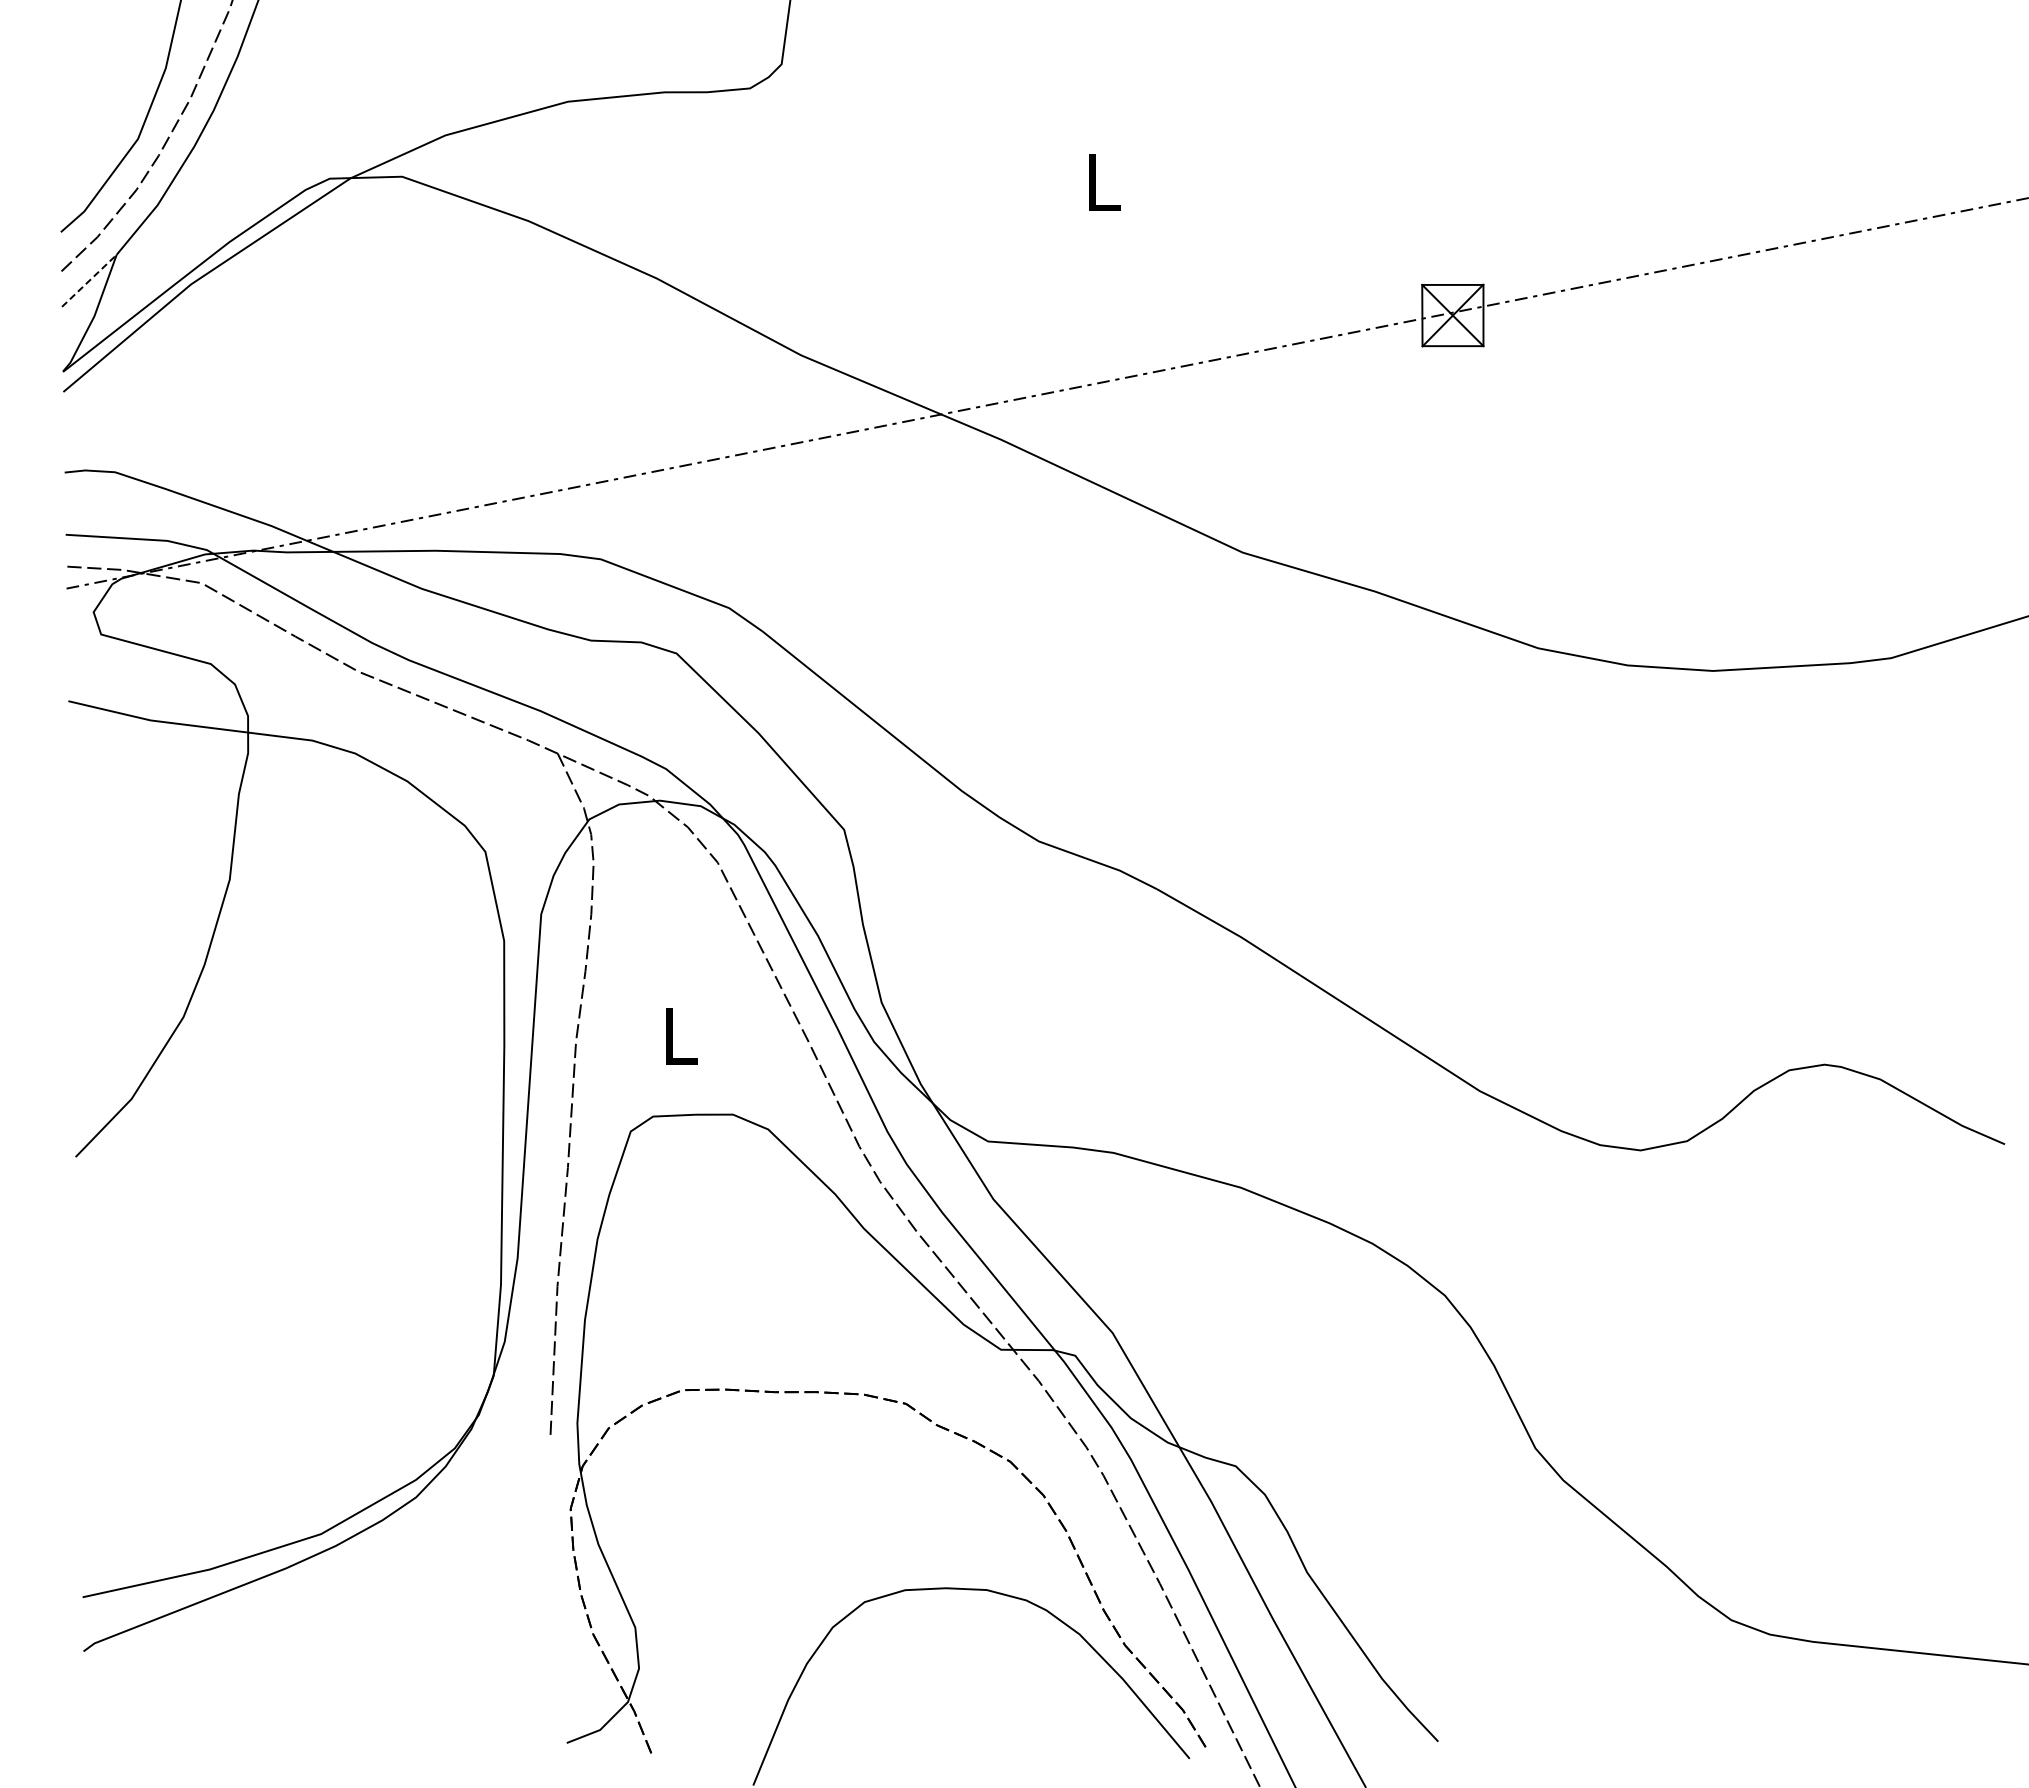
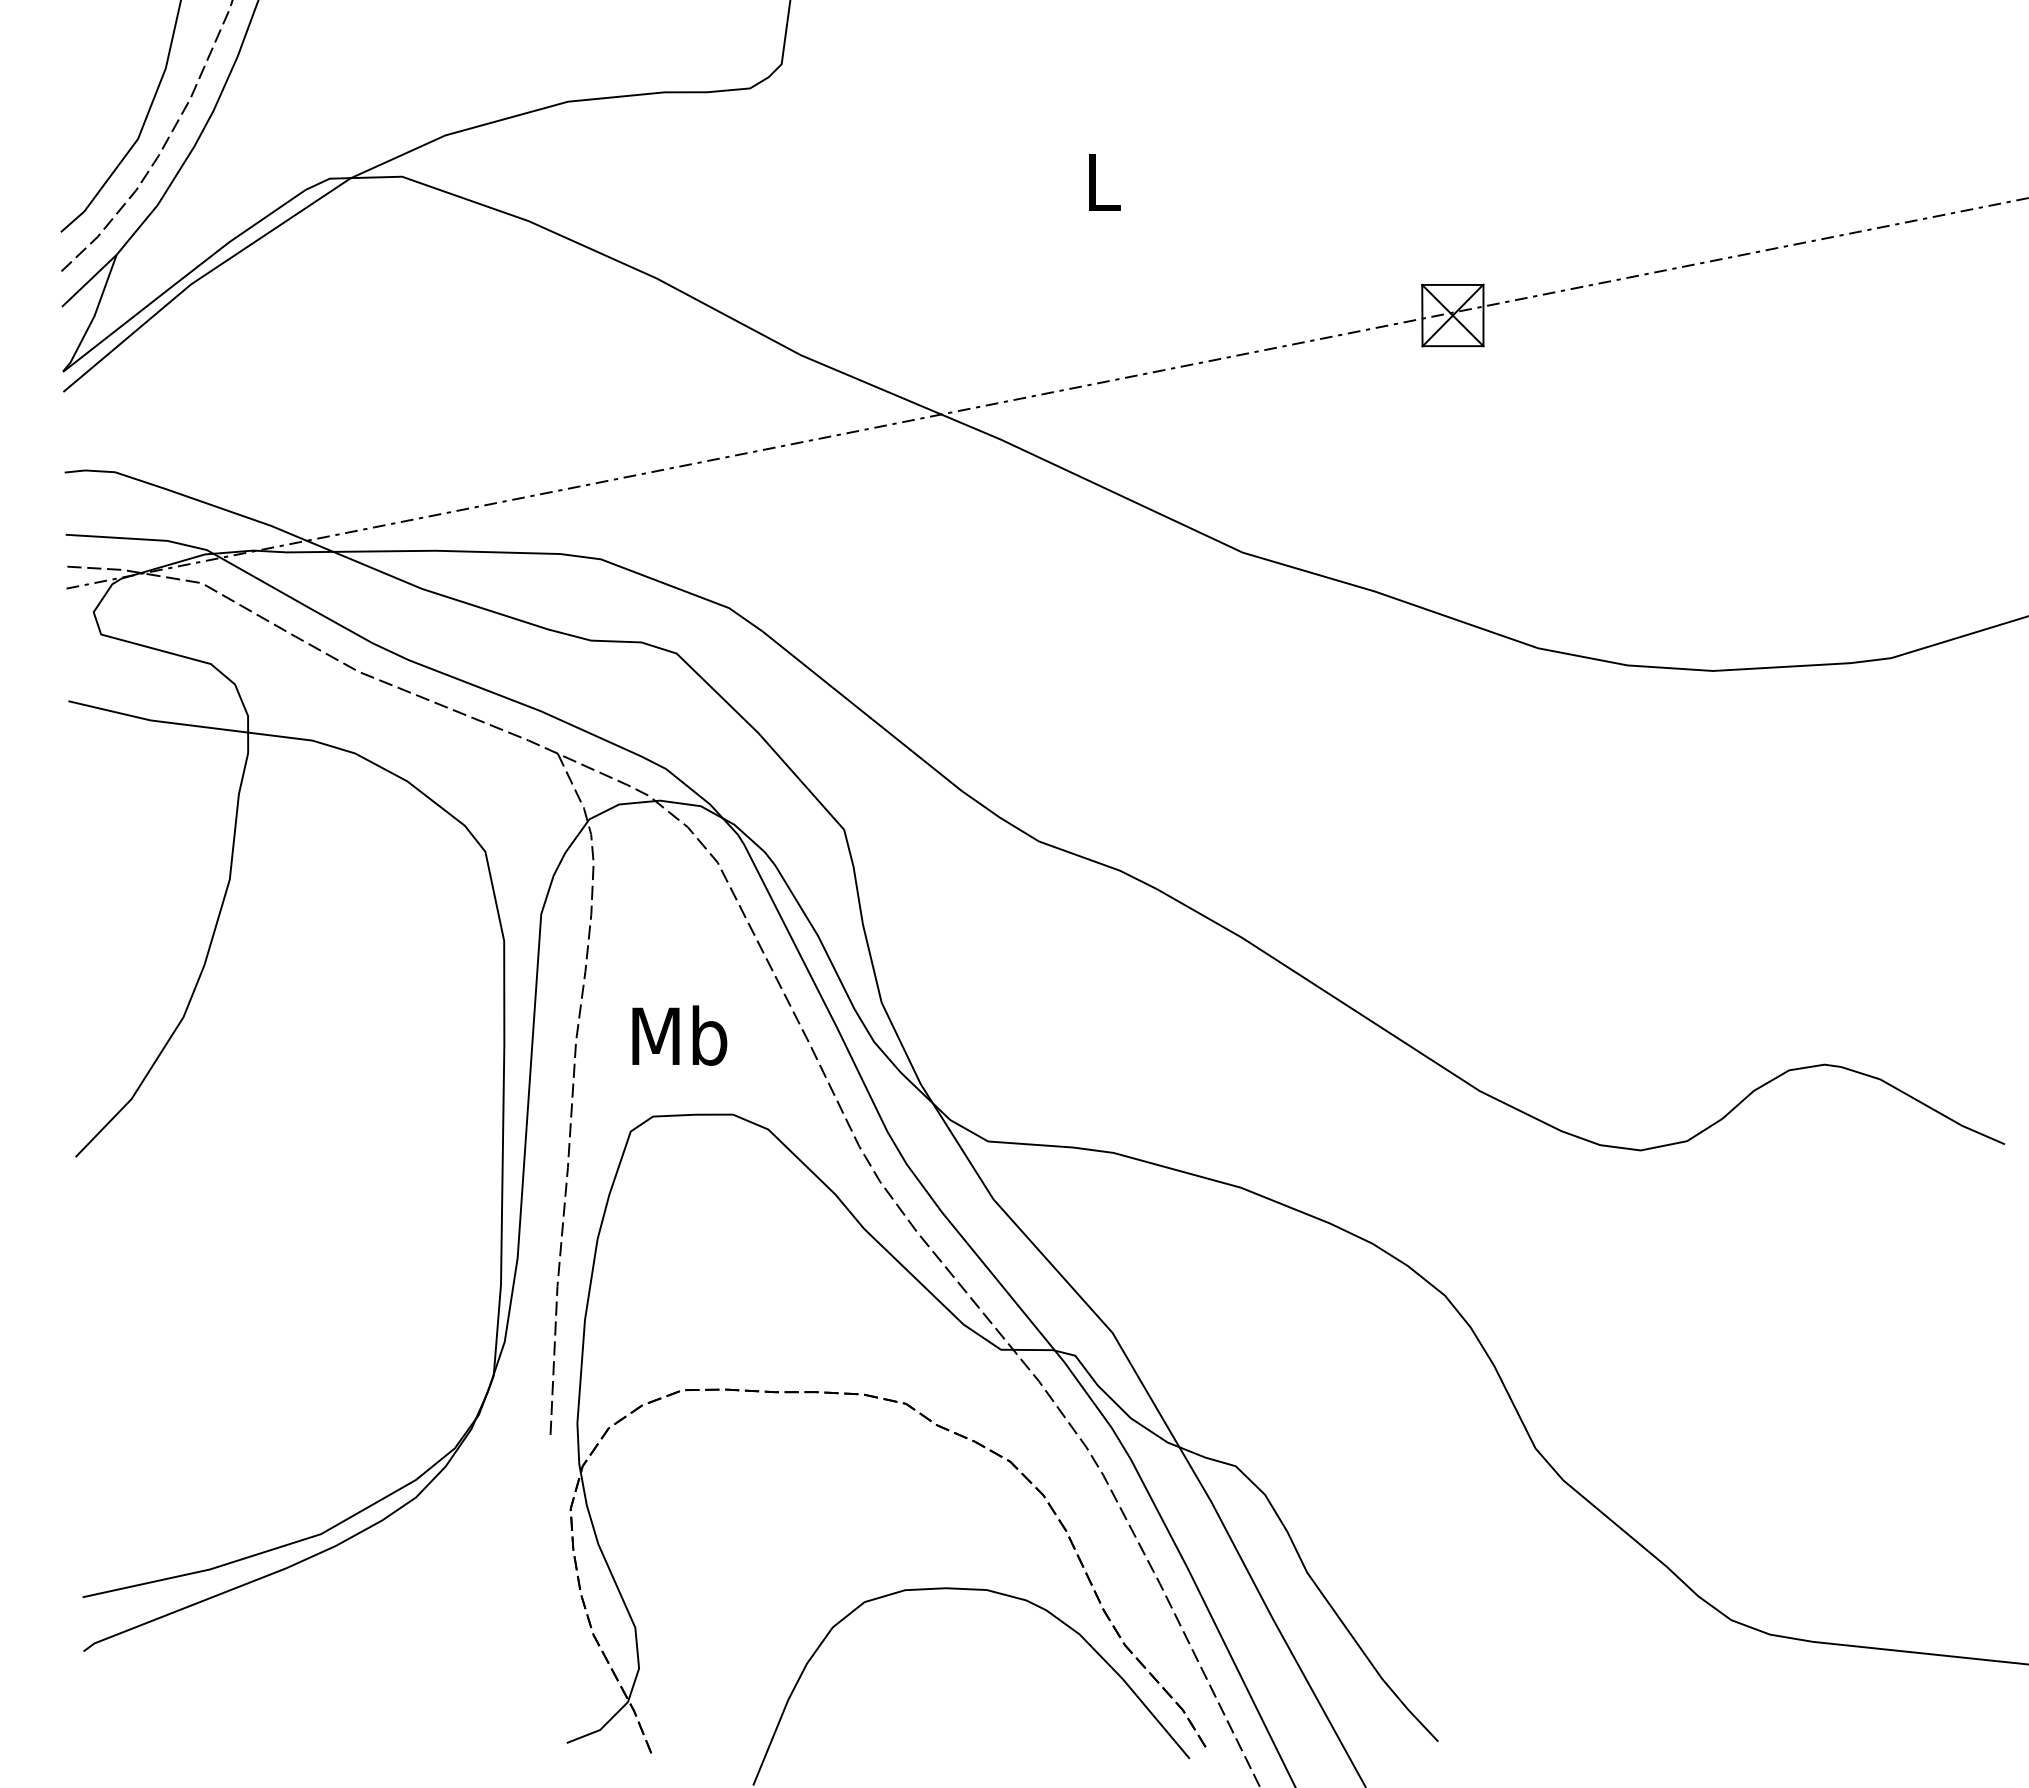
line at (89, 280): dashed -> solid
text at (679, 1035): L -> Mb
